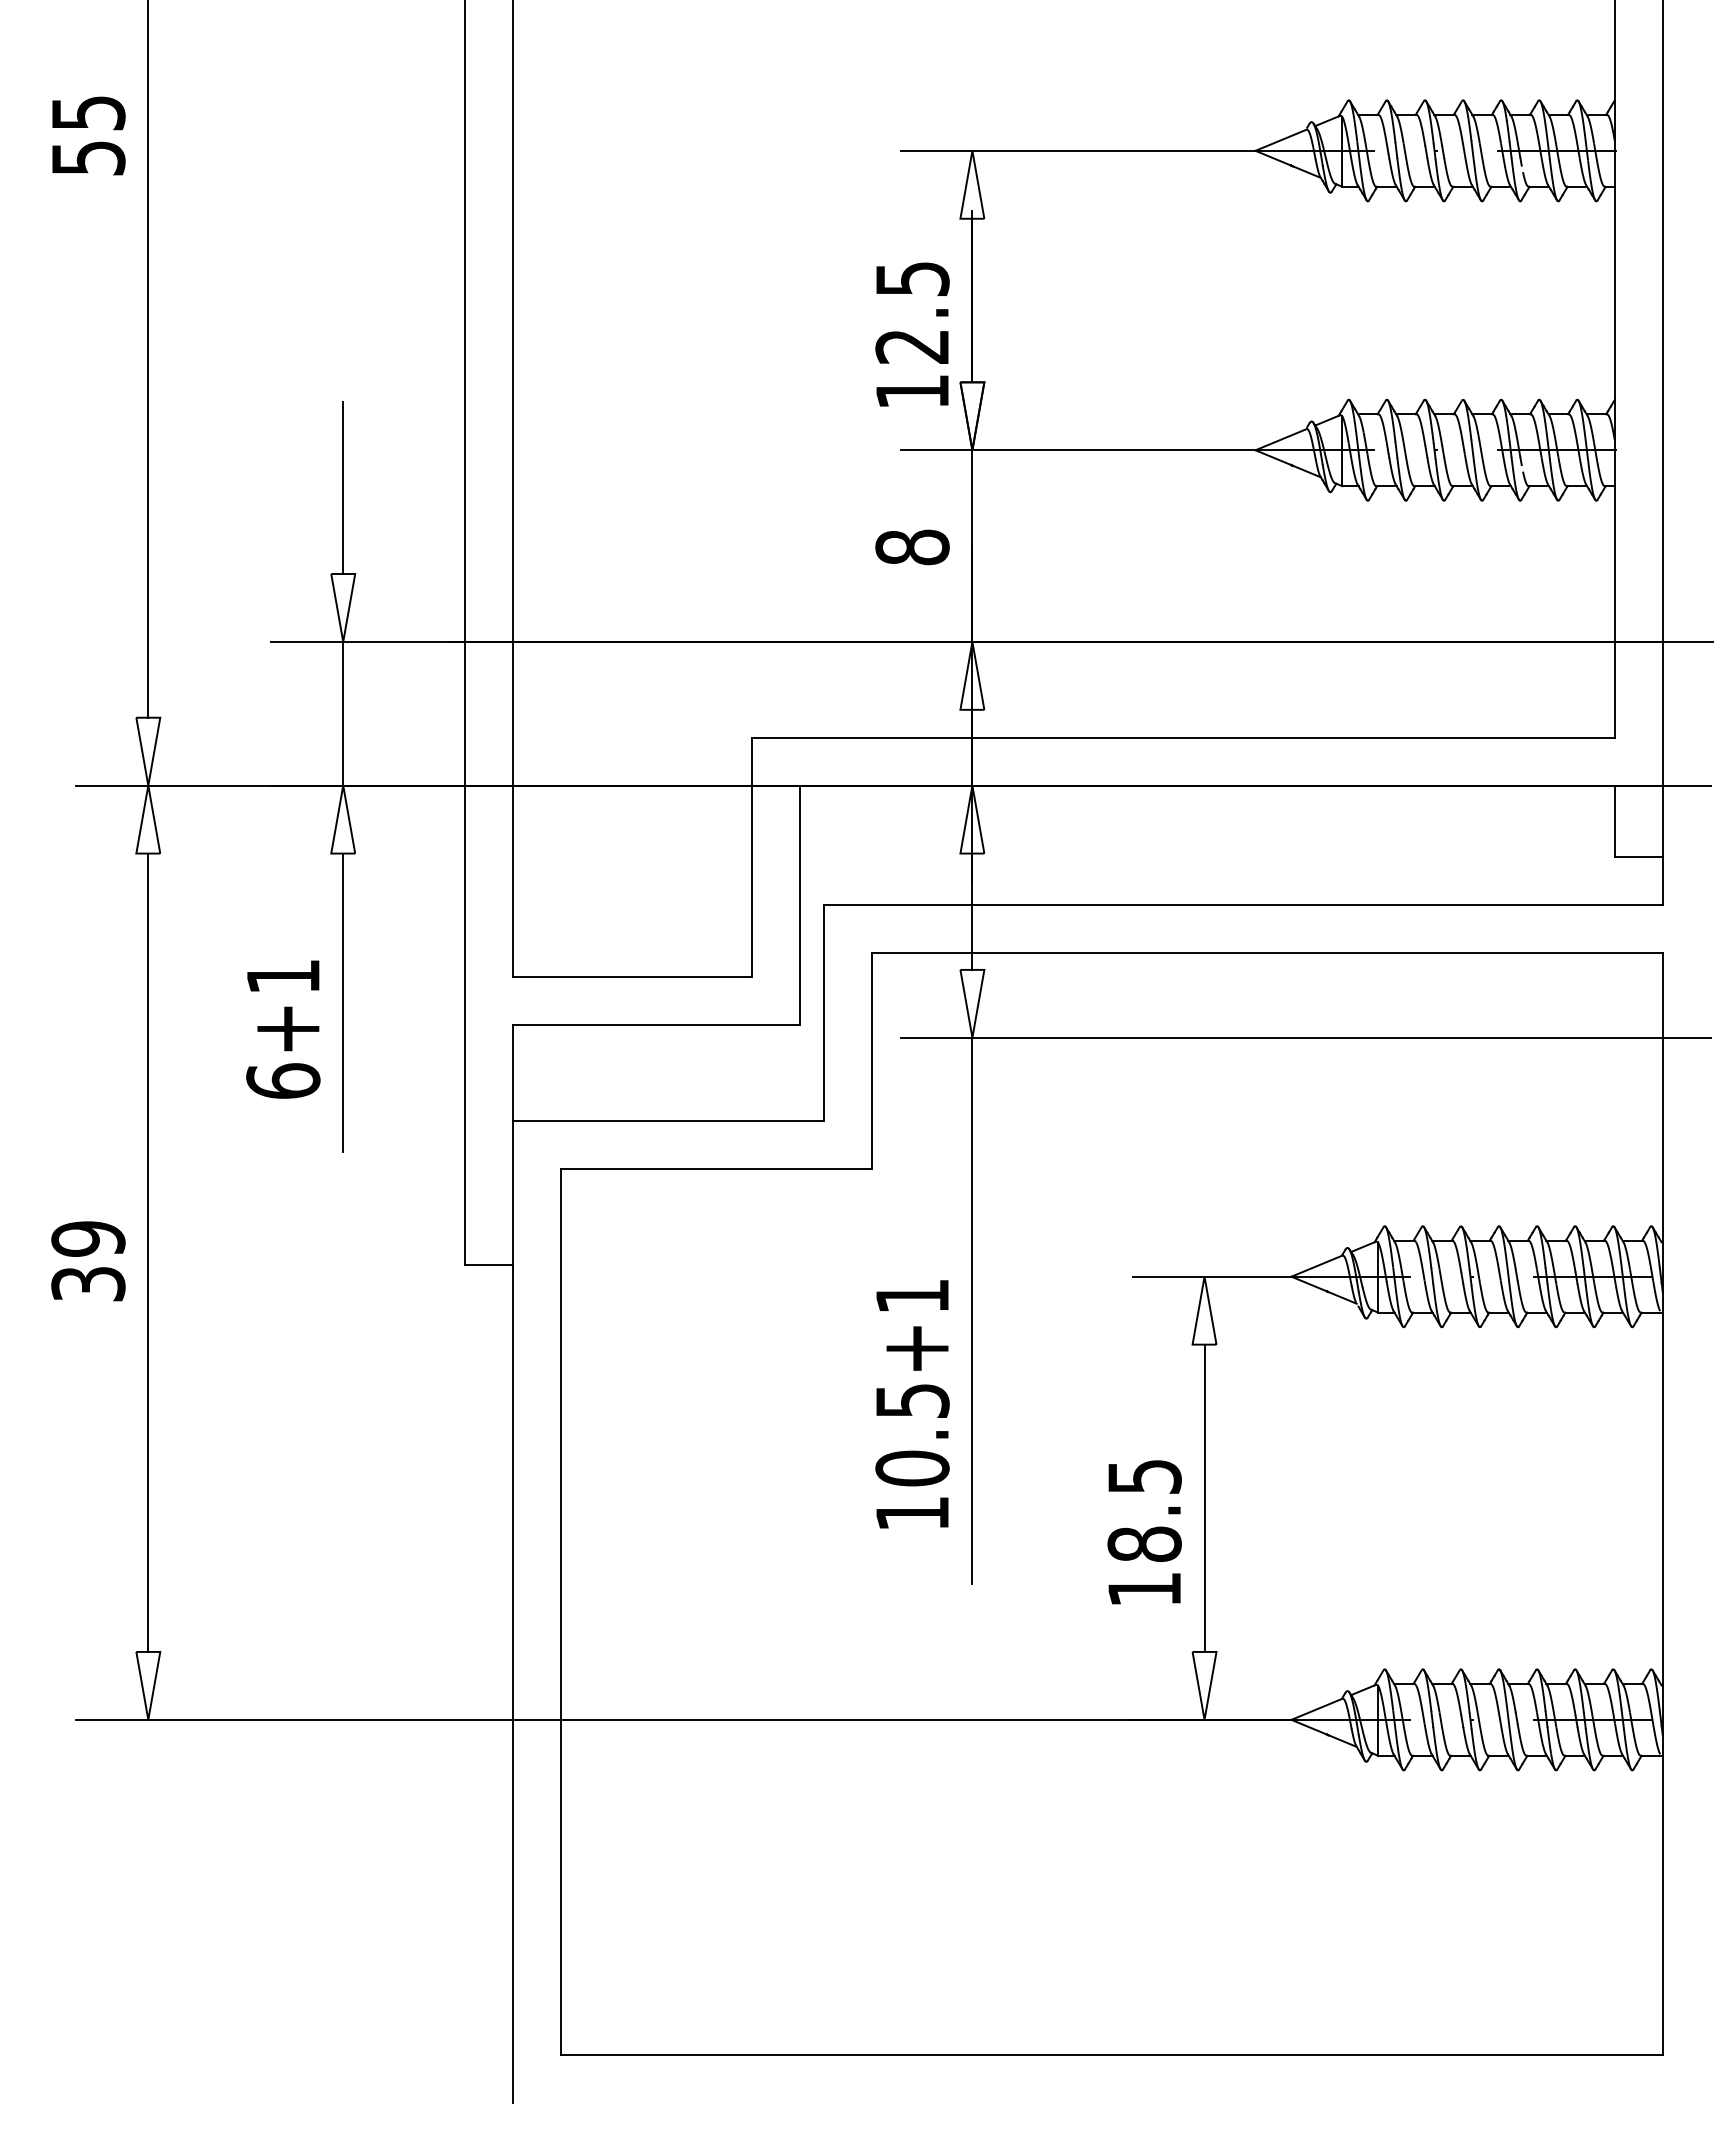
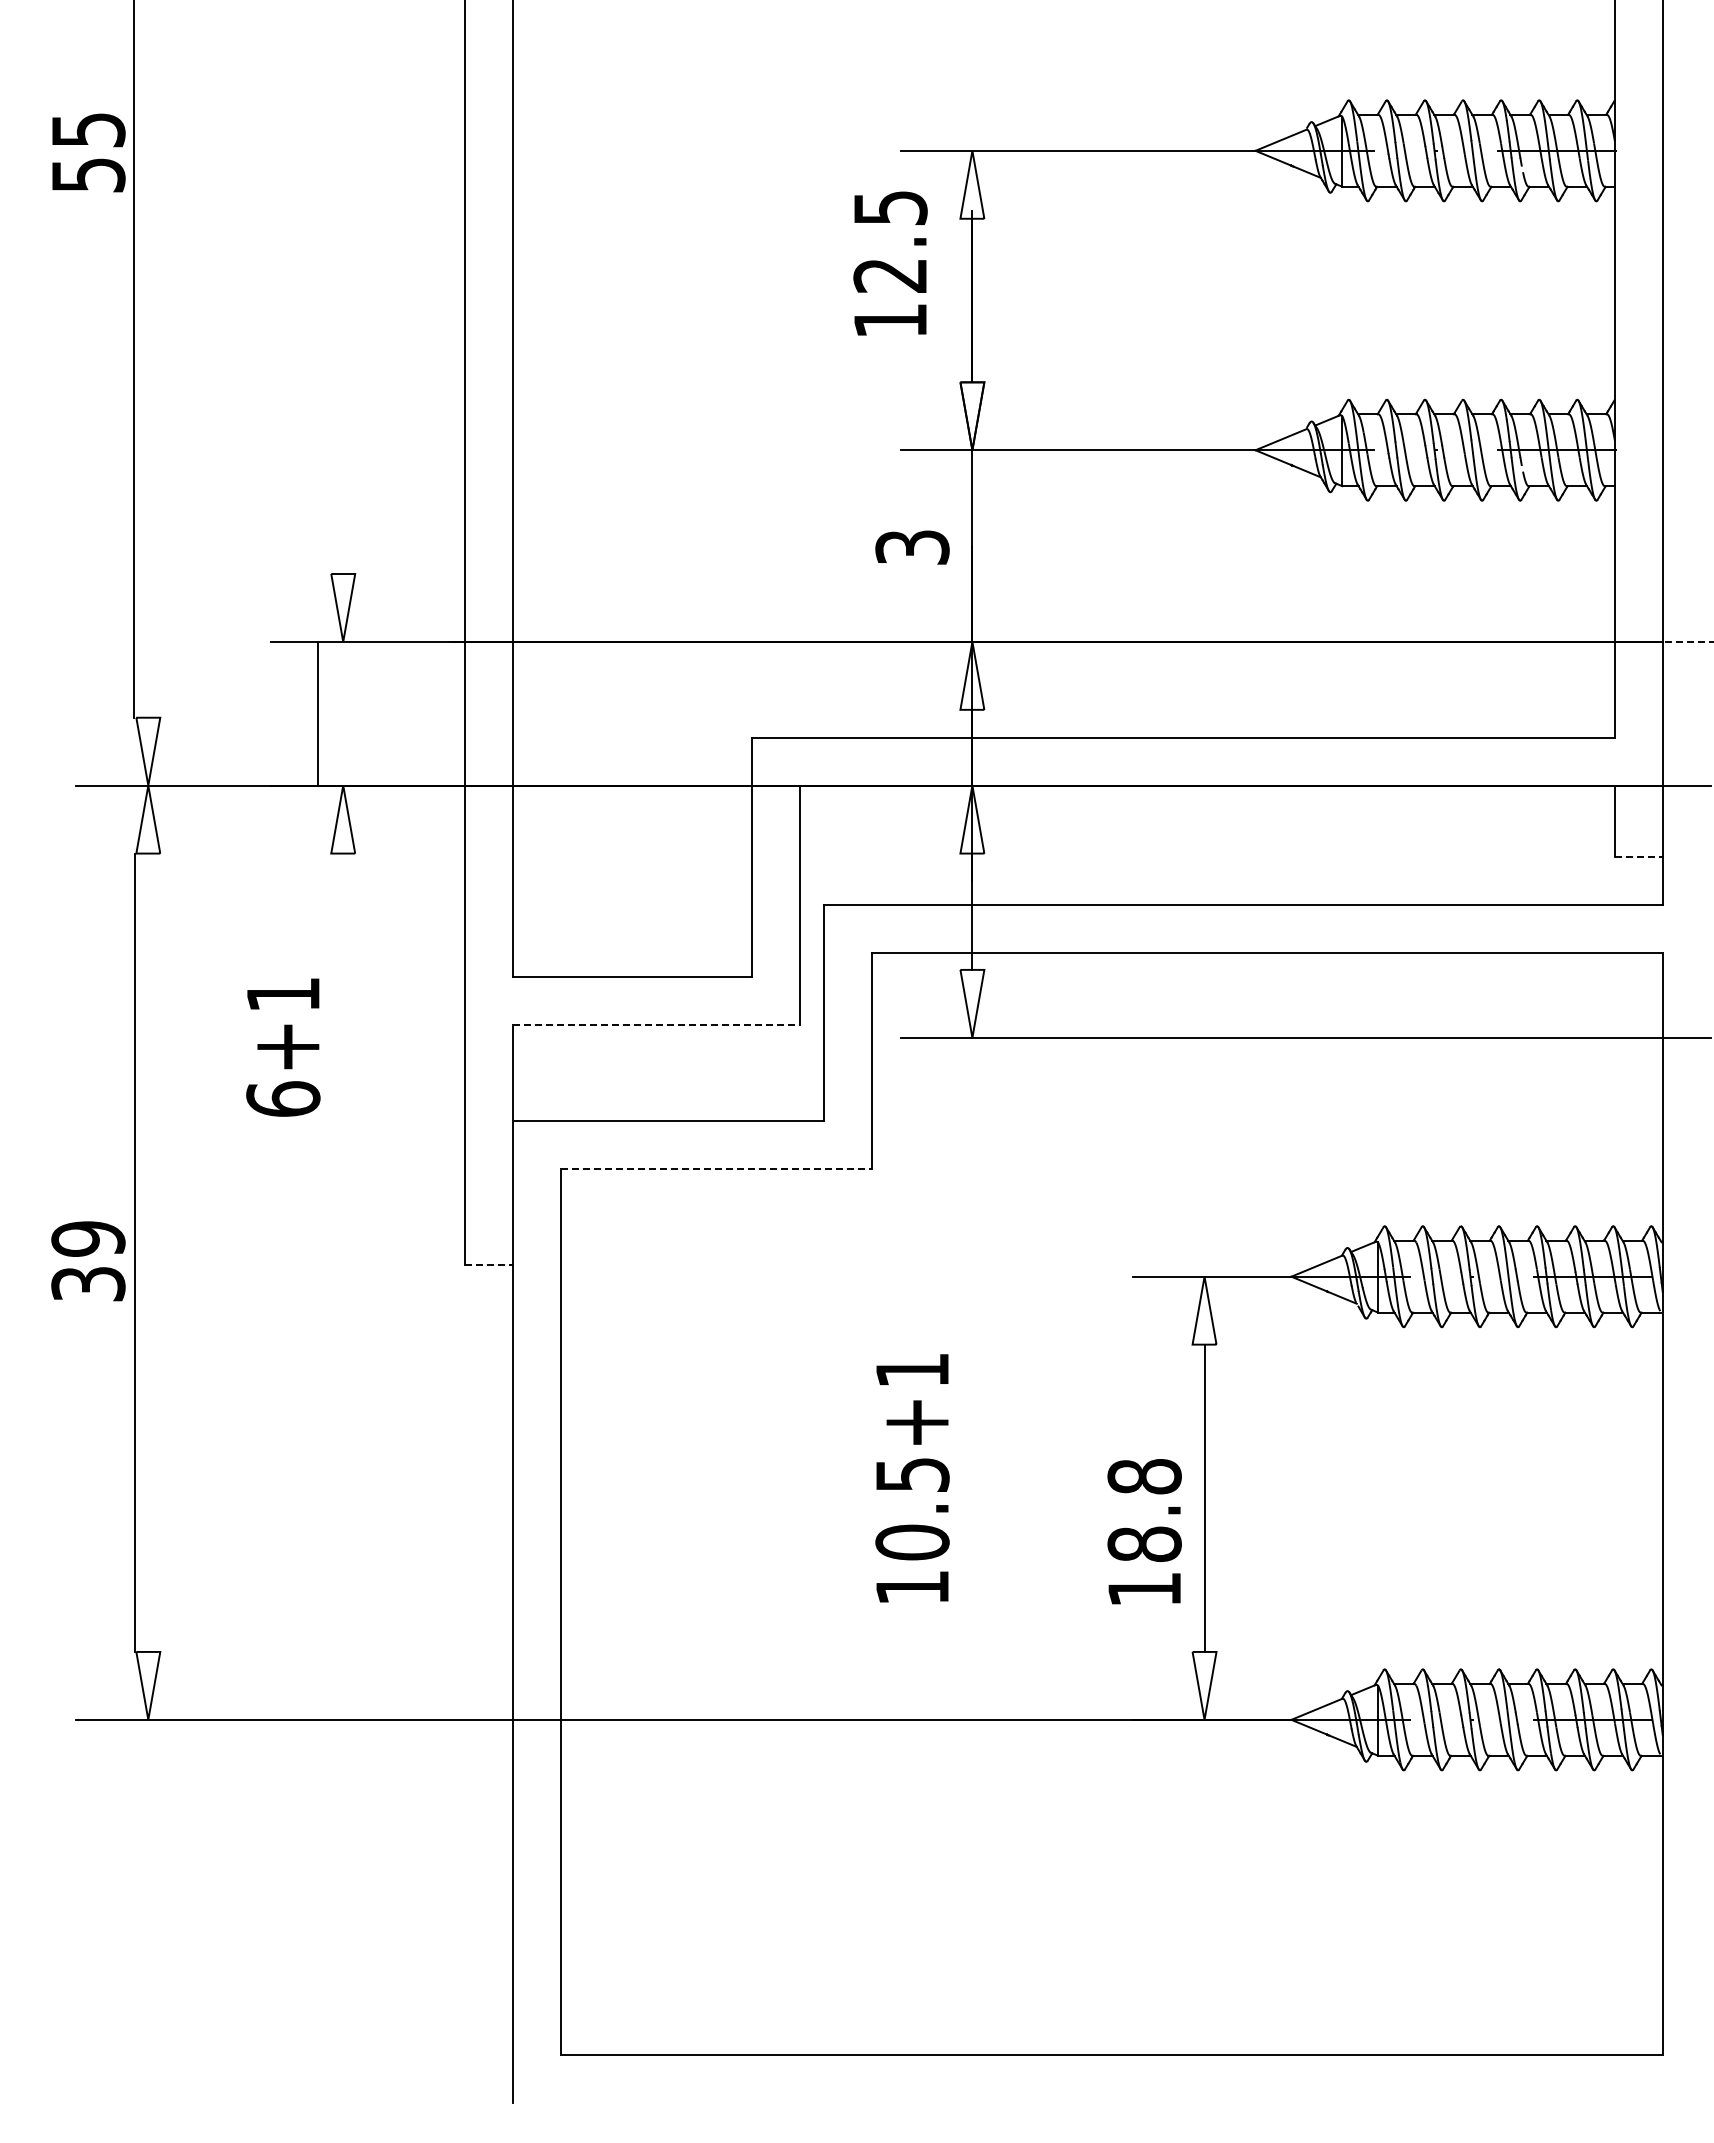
text at (88, 135) position: (88, 135) -> (88, 152)
text at (912, 334) position: (912, 334) -> (890, 263)
line at (148, 359) position: (148, 359) -> (134, 359)
line at (343, 488): present -> none
text at (912, 547): 8 -> 3
line at (1687, 641): solid -> dashed
line at (343, 713) position: (343, 713) -> (318, 713)
line at (1638, 857): solid -> dashed
line at (343, 1002): present -> none
line at (656, 1025): solid -> dashed
text at (283, 1029) position: (283, 1029) -> (283, 1047)
line at (716, 1168): solid -> dashed
line at (148, 1252) position: (148, 1252) -> (135, 1252)
line at (488, 1264): solid -> dashed
line at (972, 1310): present -> none
text at (912, 1404) position: (912, 1404) -> (912, 1478)
text at (1144, 1476): 18.5 -> 18.8
